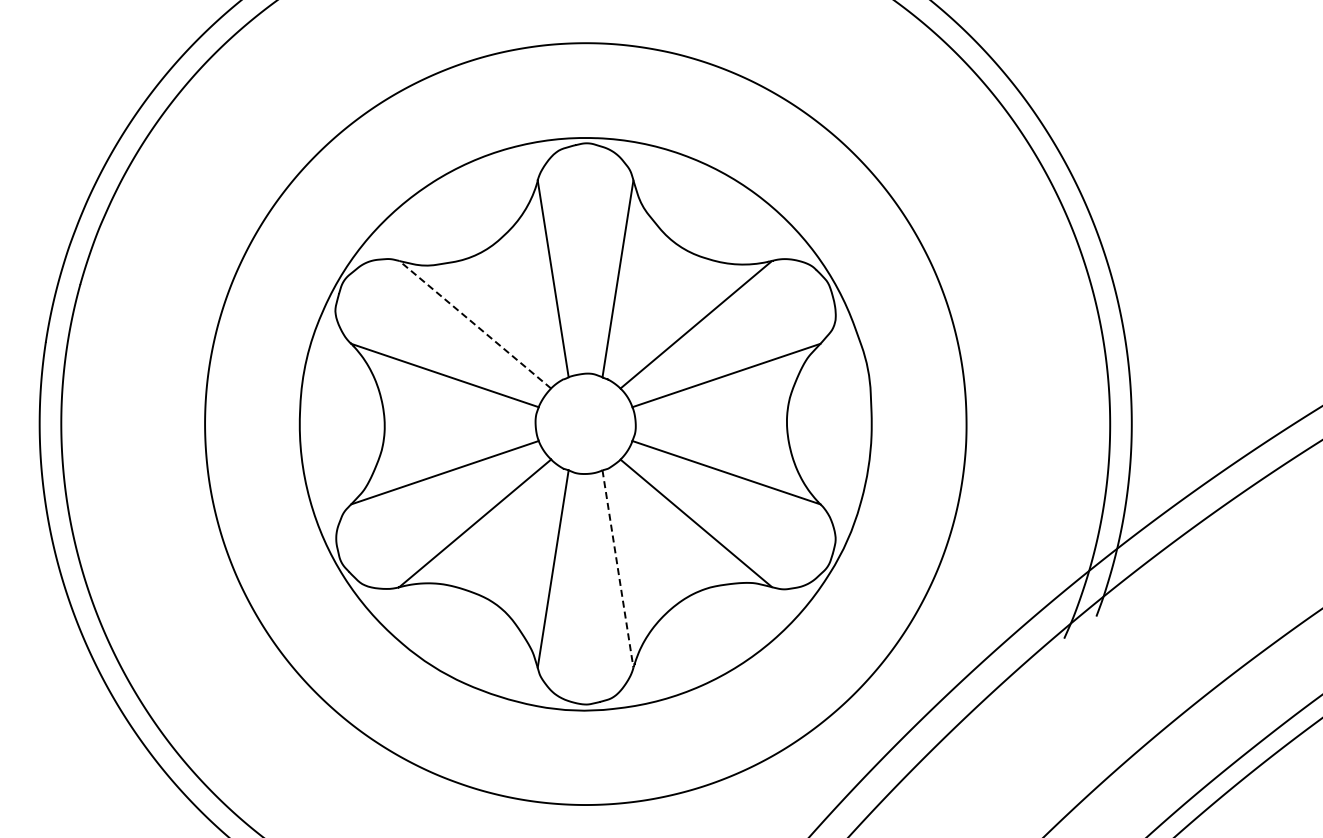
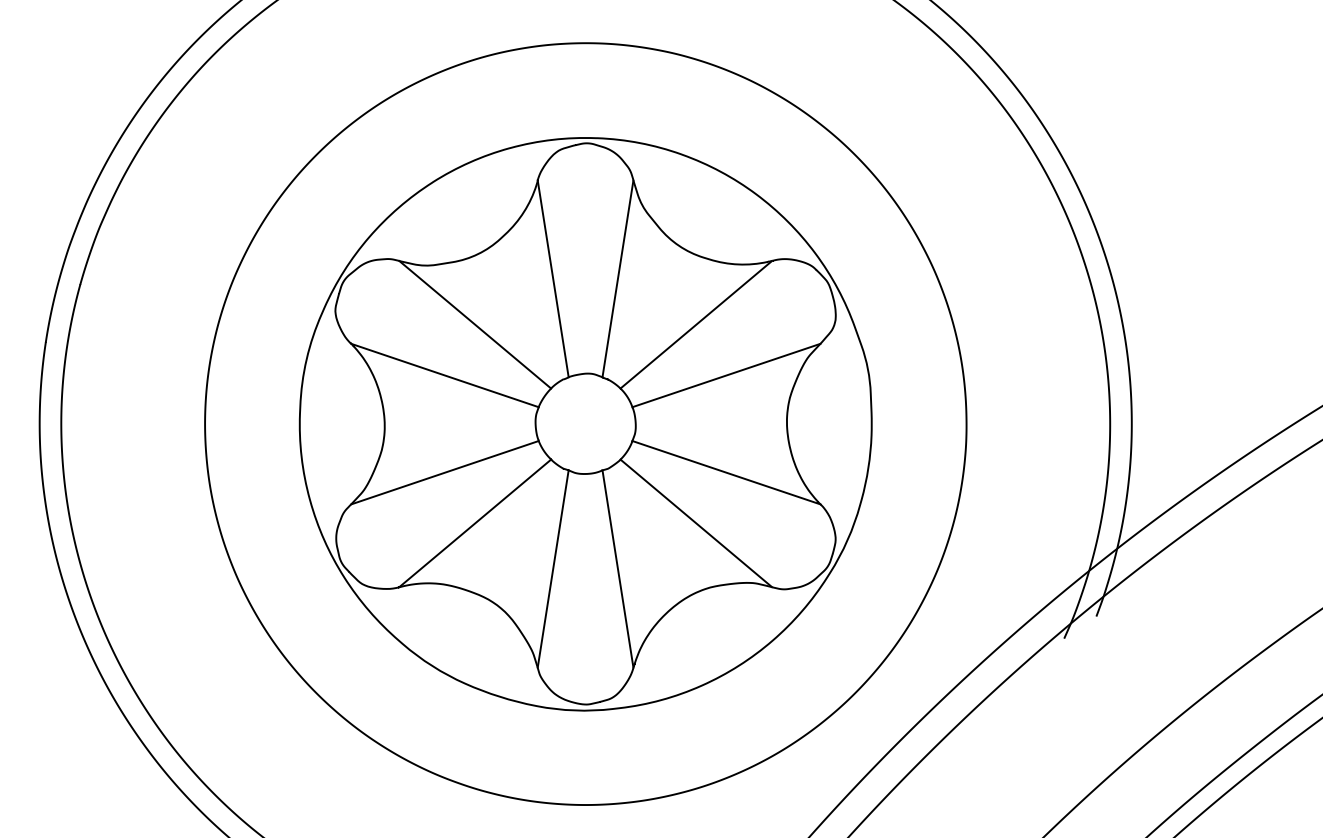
line at (474, 324): dashed -> solid
line at (617, 568): dashed -> solid
